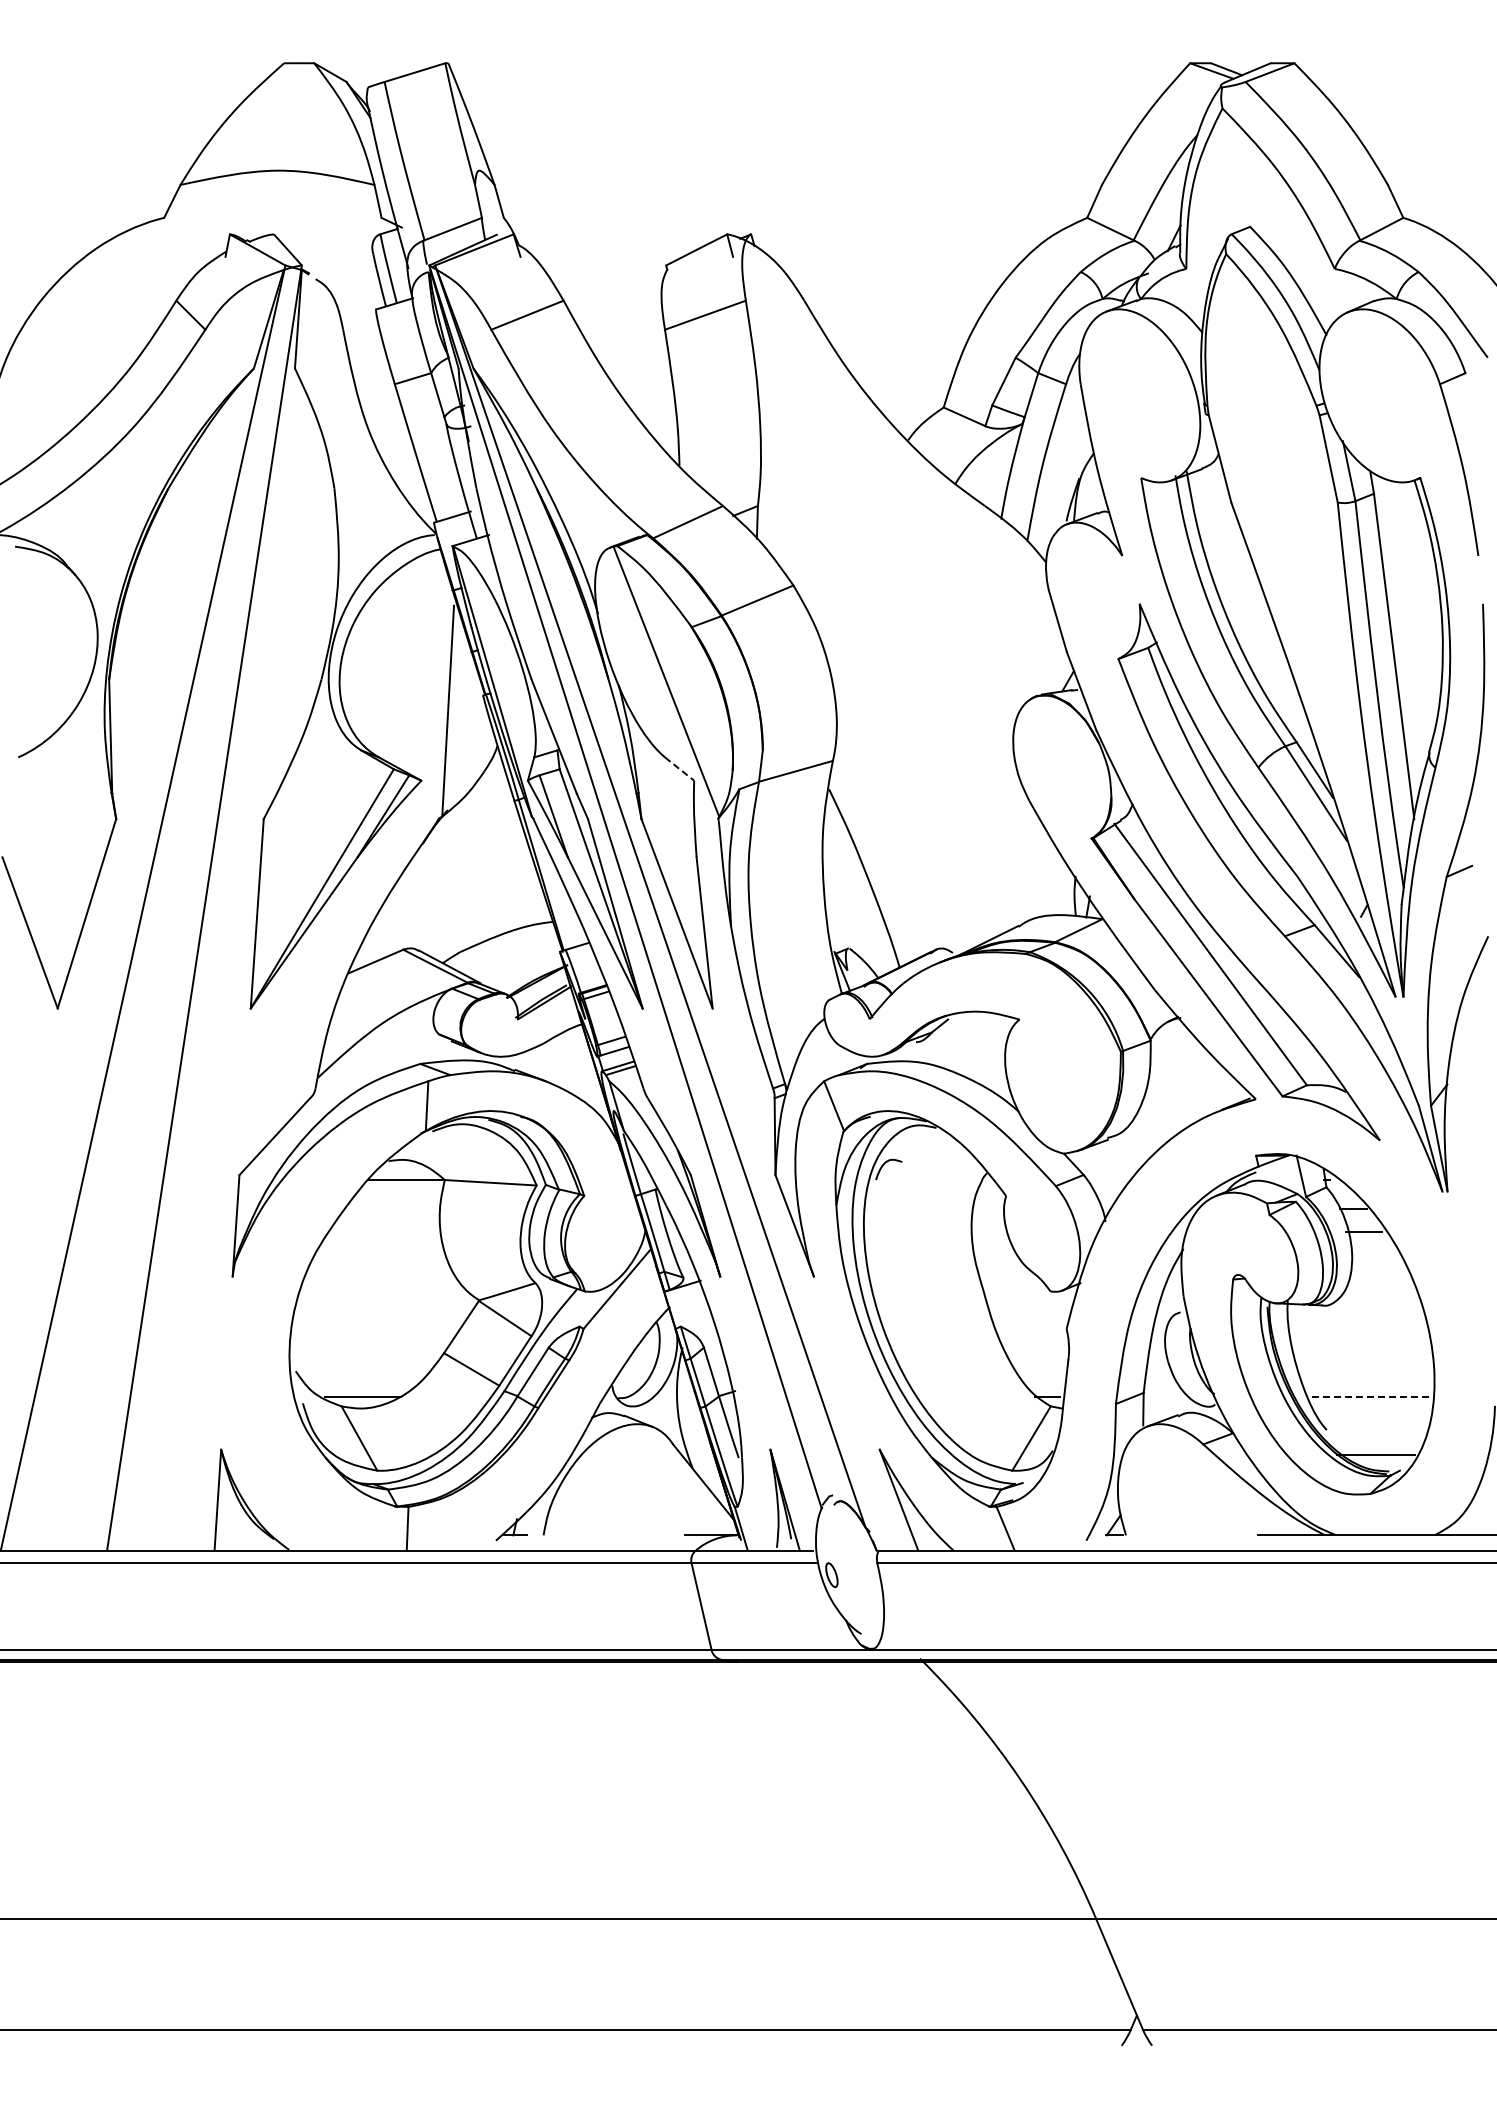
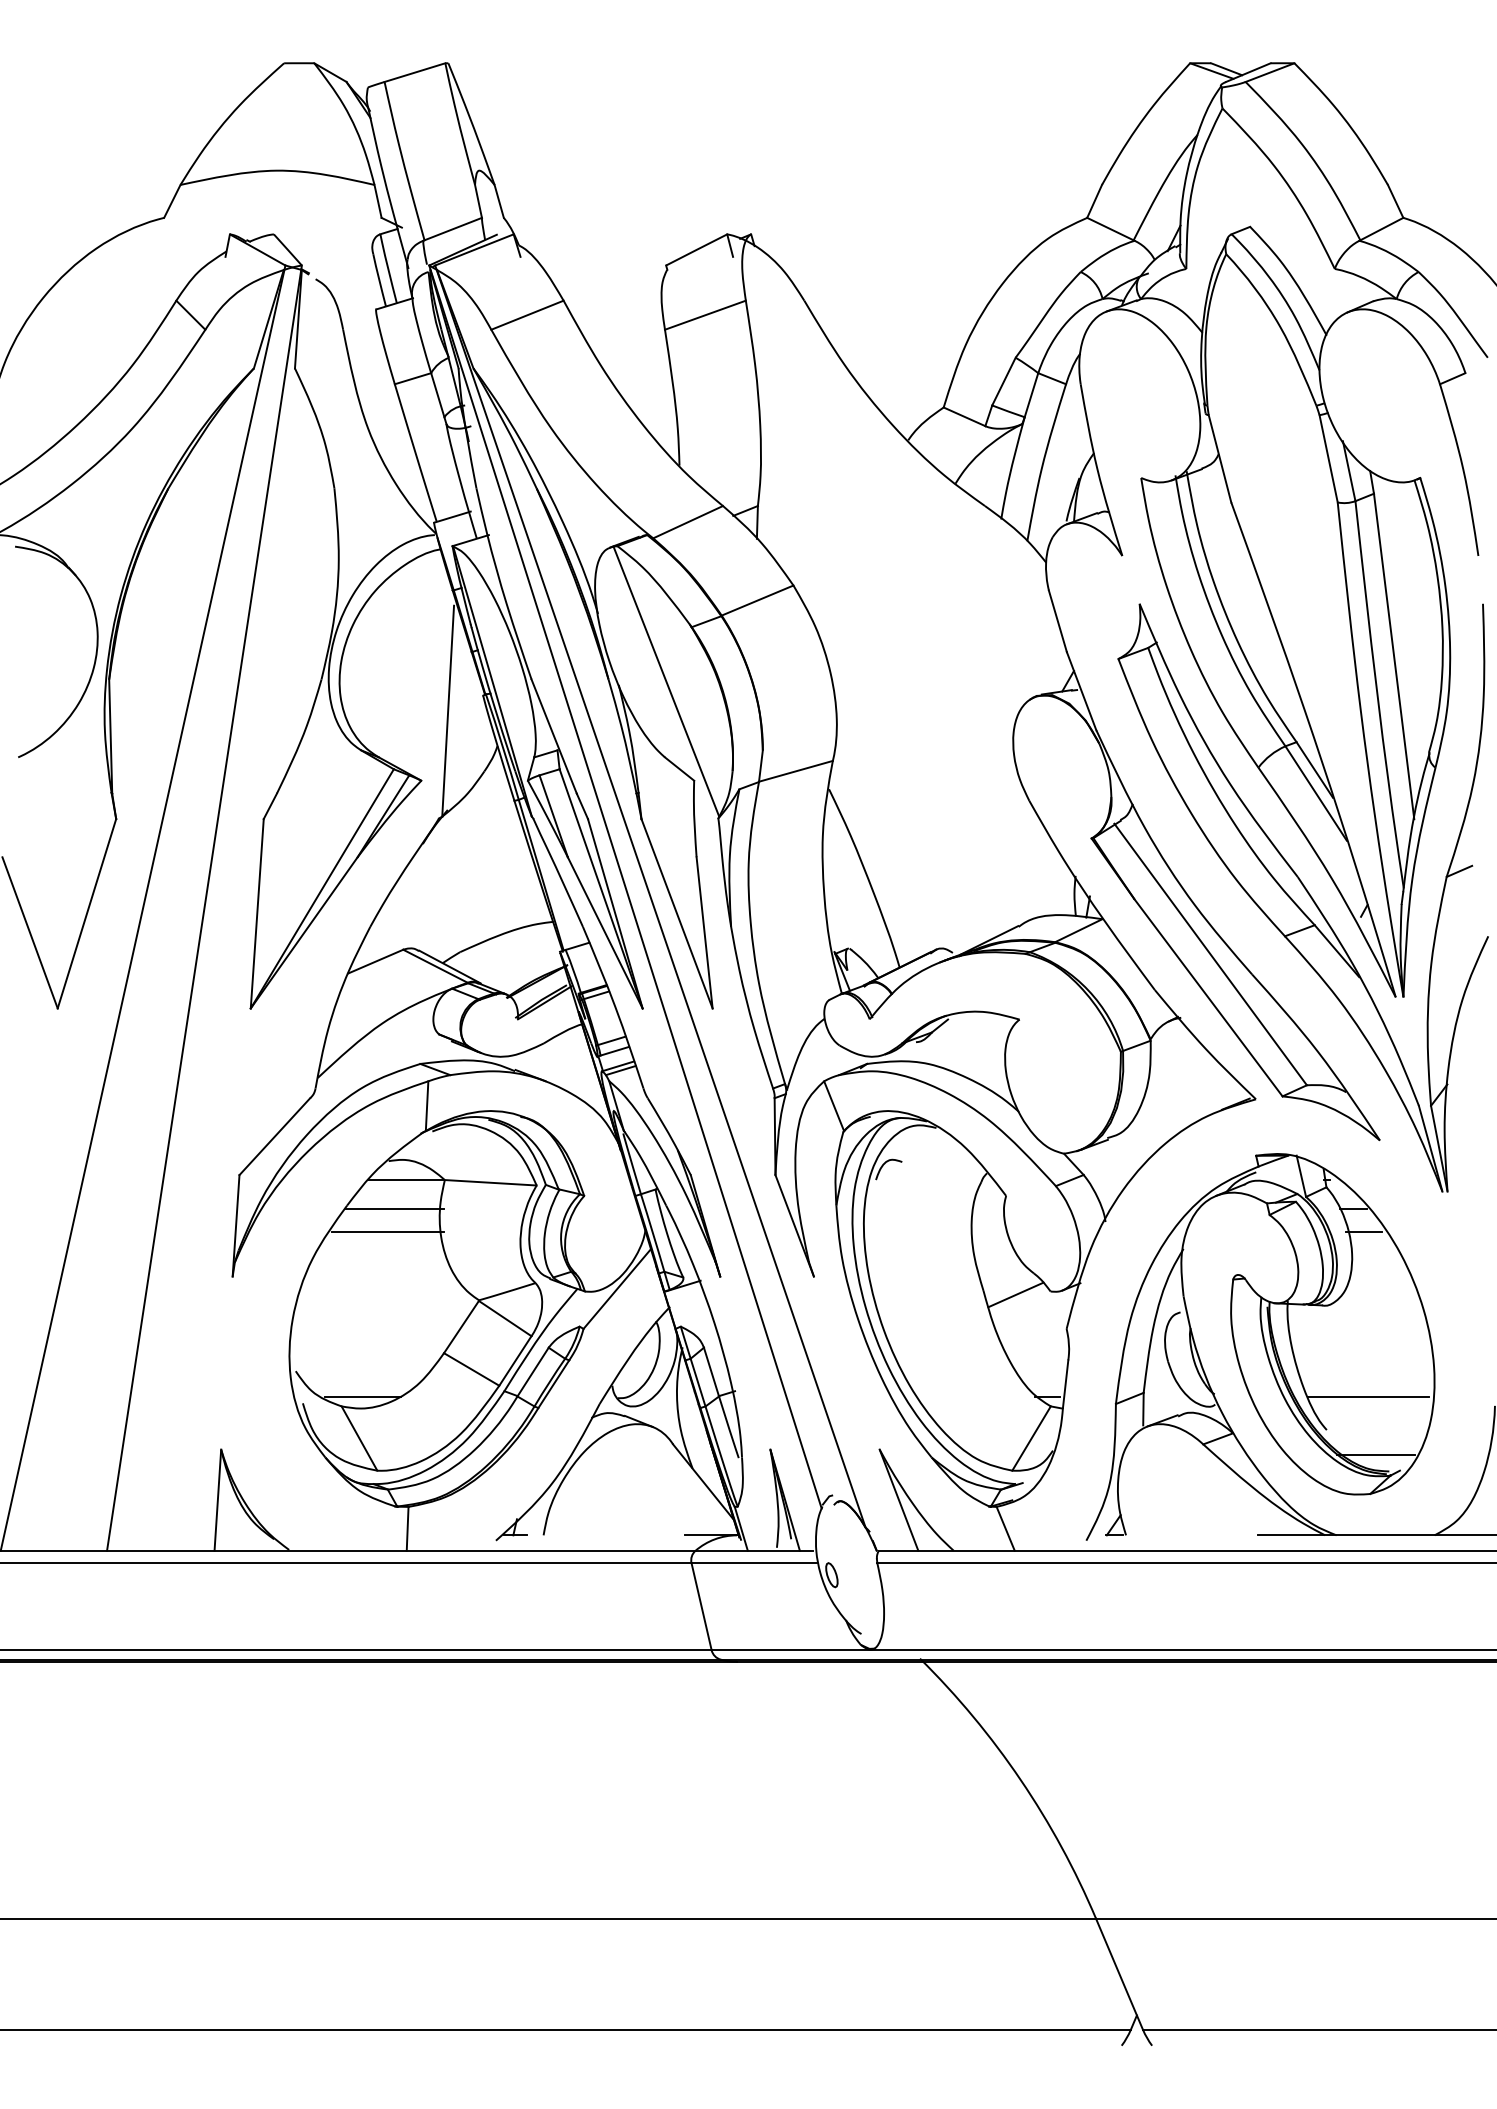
line at (679, 769): dashed -> solid
line at (394, 1209): none -> present
line at (387, 1232): none -> present
line at (1015, 1294): none -> present
line at (1368, 1396): dashed -> solid
